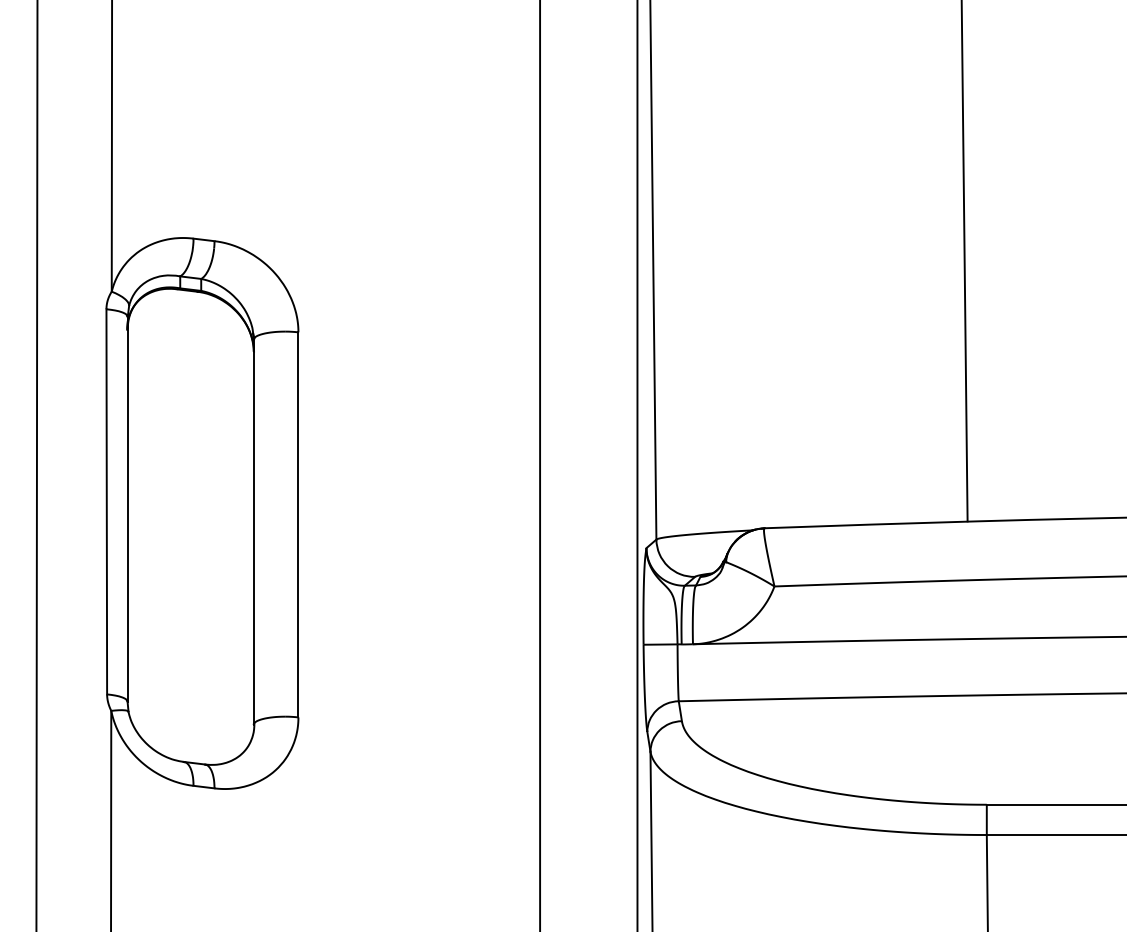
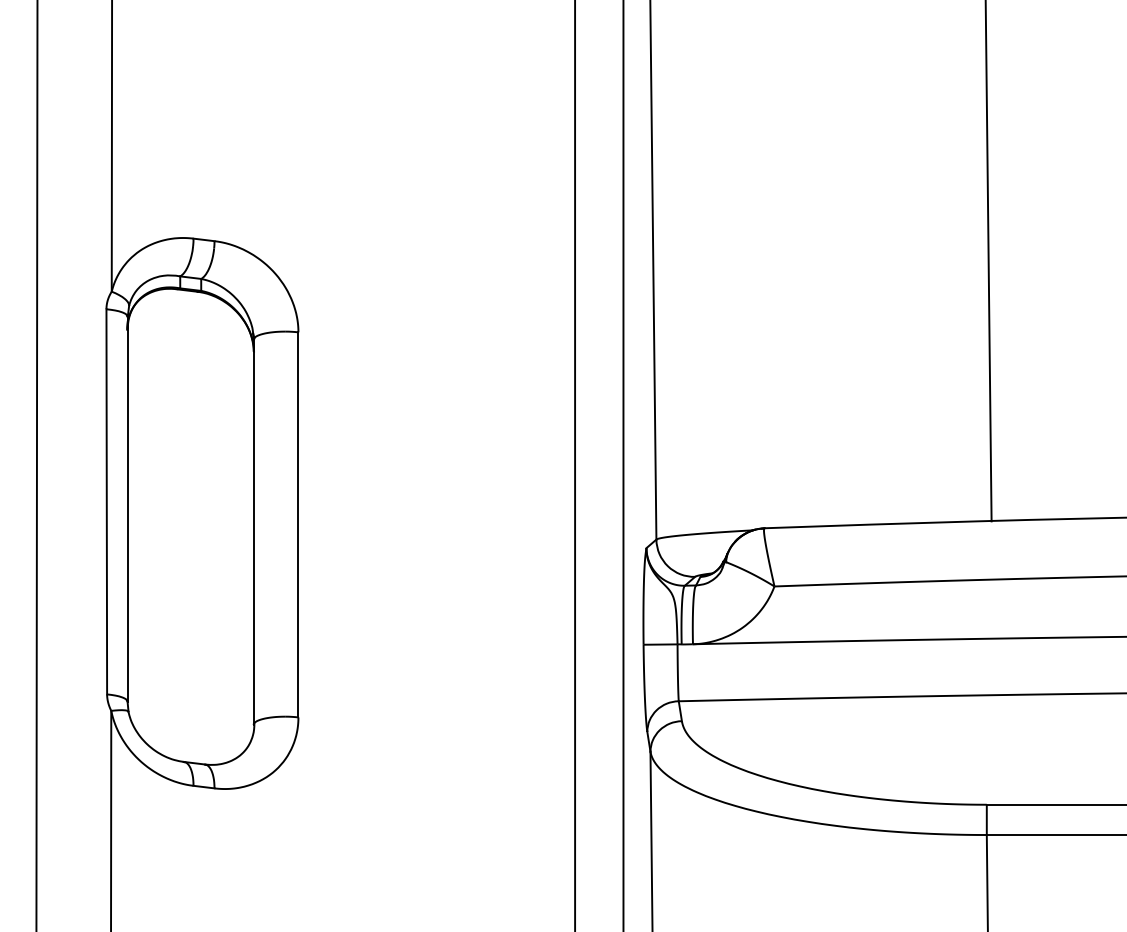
line at (964, 261) position: (964, 261) -> (988, 261)
line at (540, 465) position: (540, 465) -> (575, 465)
line at (637, 465) position: (637, 465) -> (623, 465)
